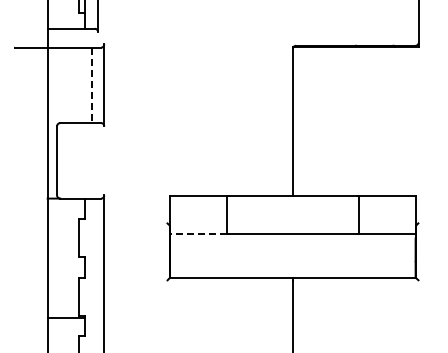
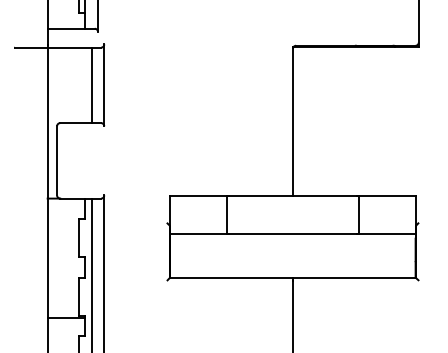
line at (91, 85): dashed -> solid
line at (198, 233): dashed -> solid
line at (91, 273): none -> present
